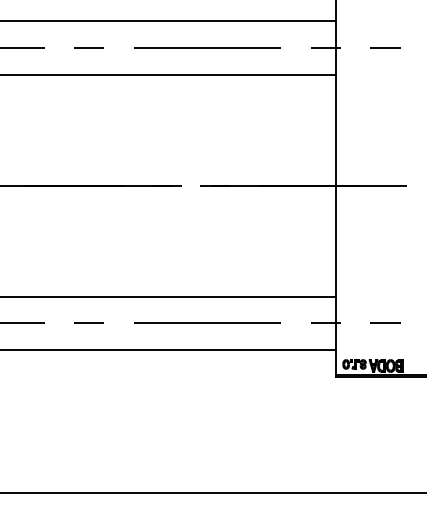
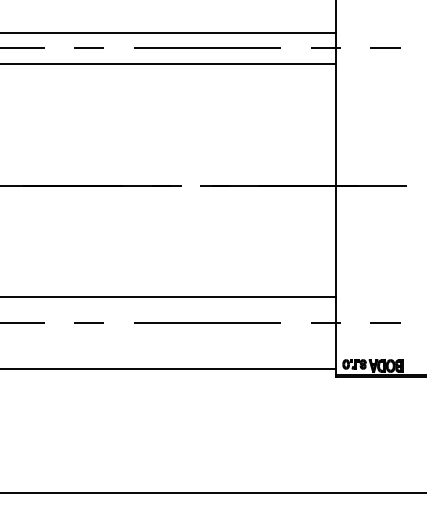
line at (169, 21) position: (169, 21) -> (169, 33)
line at (169, 74) position: (169, 74) -> (169, 63)
line at (169, 349) position: (169, 349) -> (169, 368)
